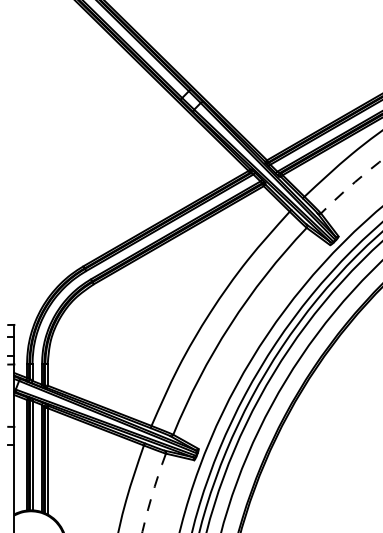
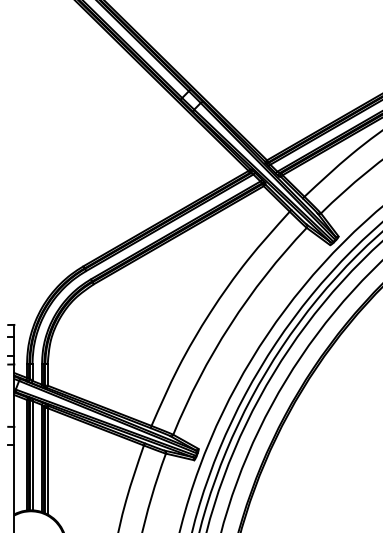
arc at (350, 185): dashed -> solid
arc at (152, 493): dashed -> solid
